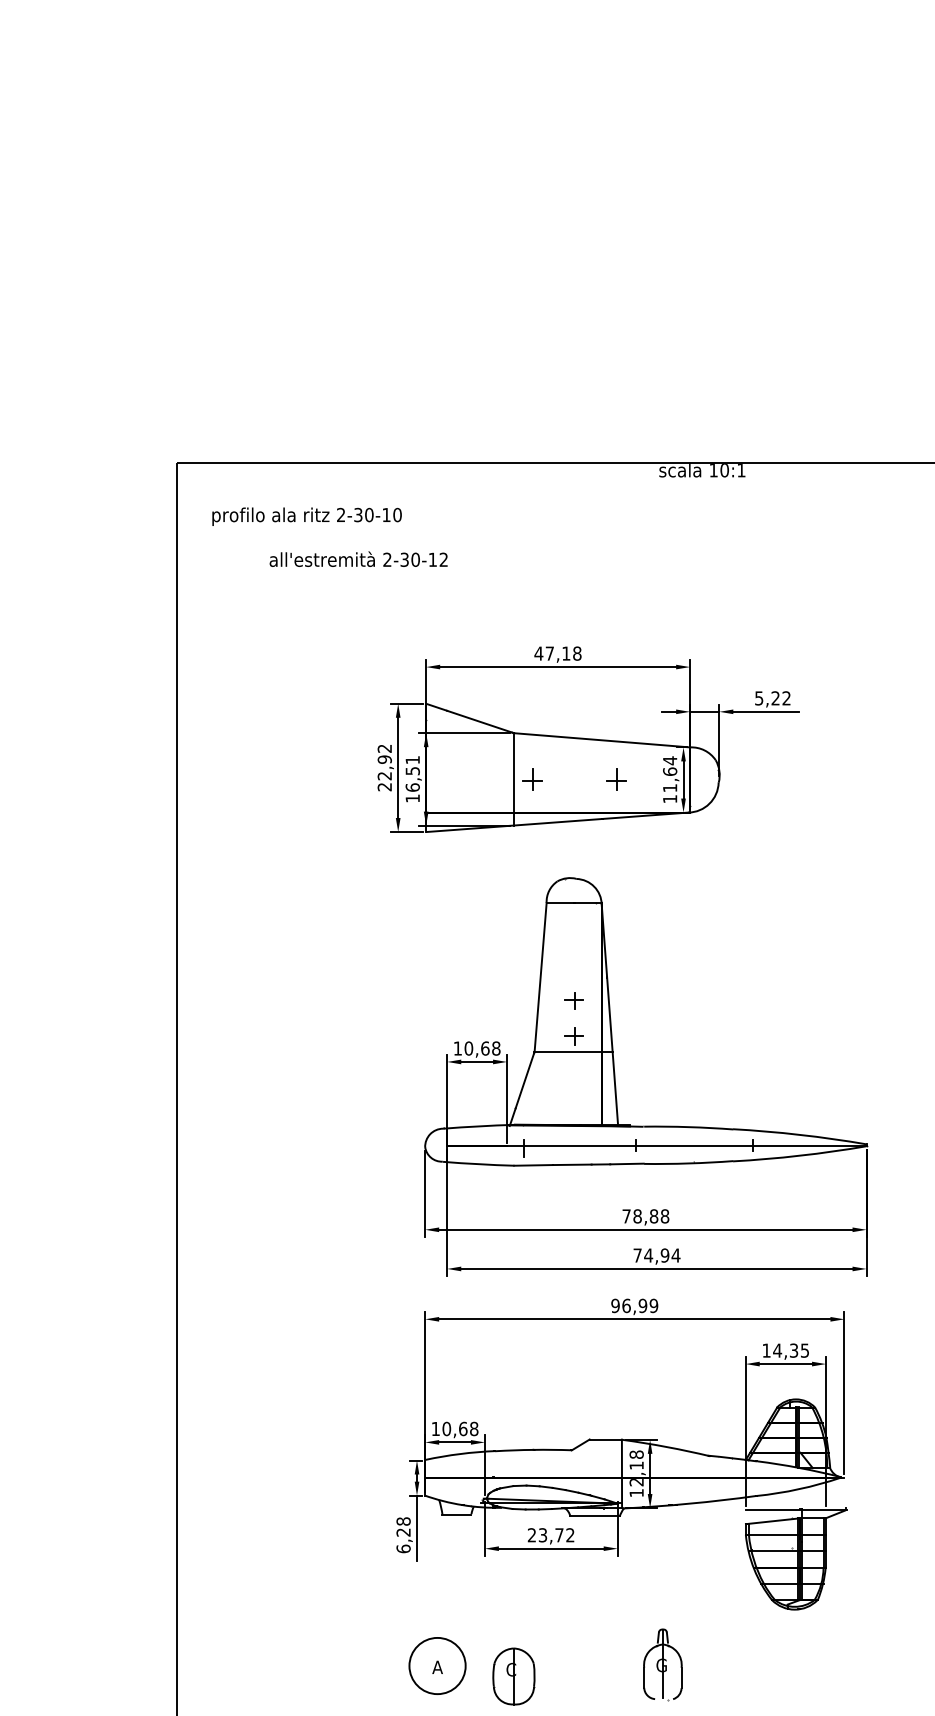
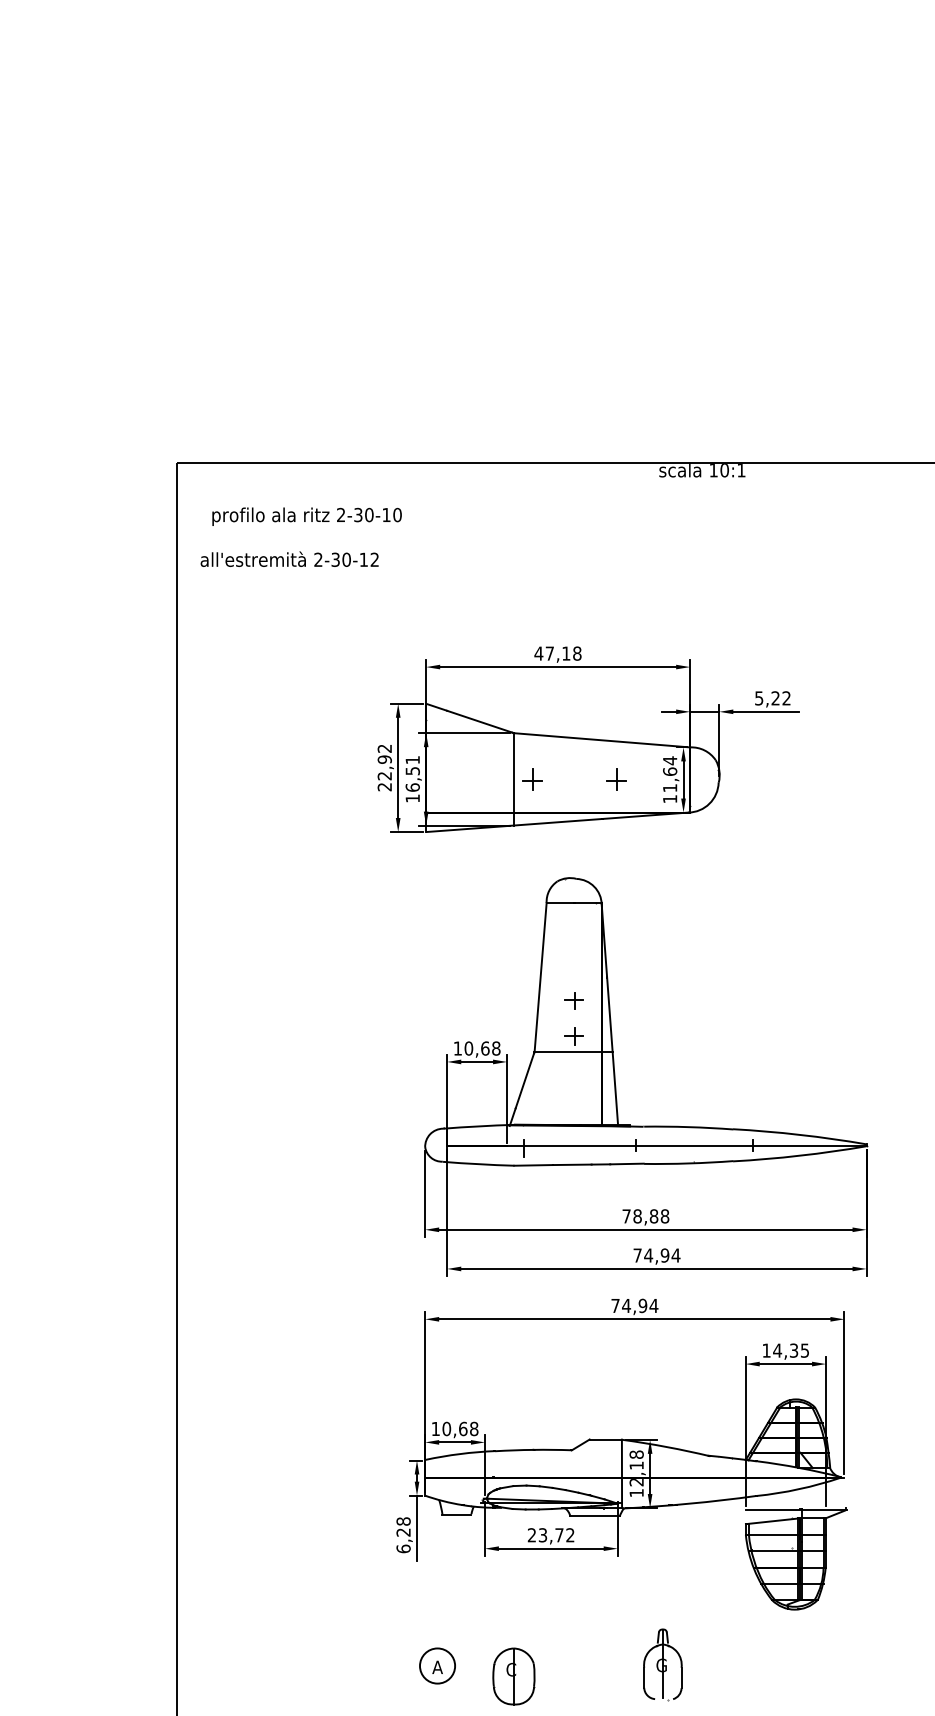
text at (358, 558) position: (358, 558) -> (289, 558)
text at (634, 1305): 96,99 -> 74,94
circle at (437, 1665) diameter: 56 px -> 35 px
